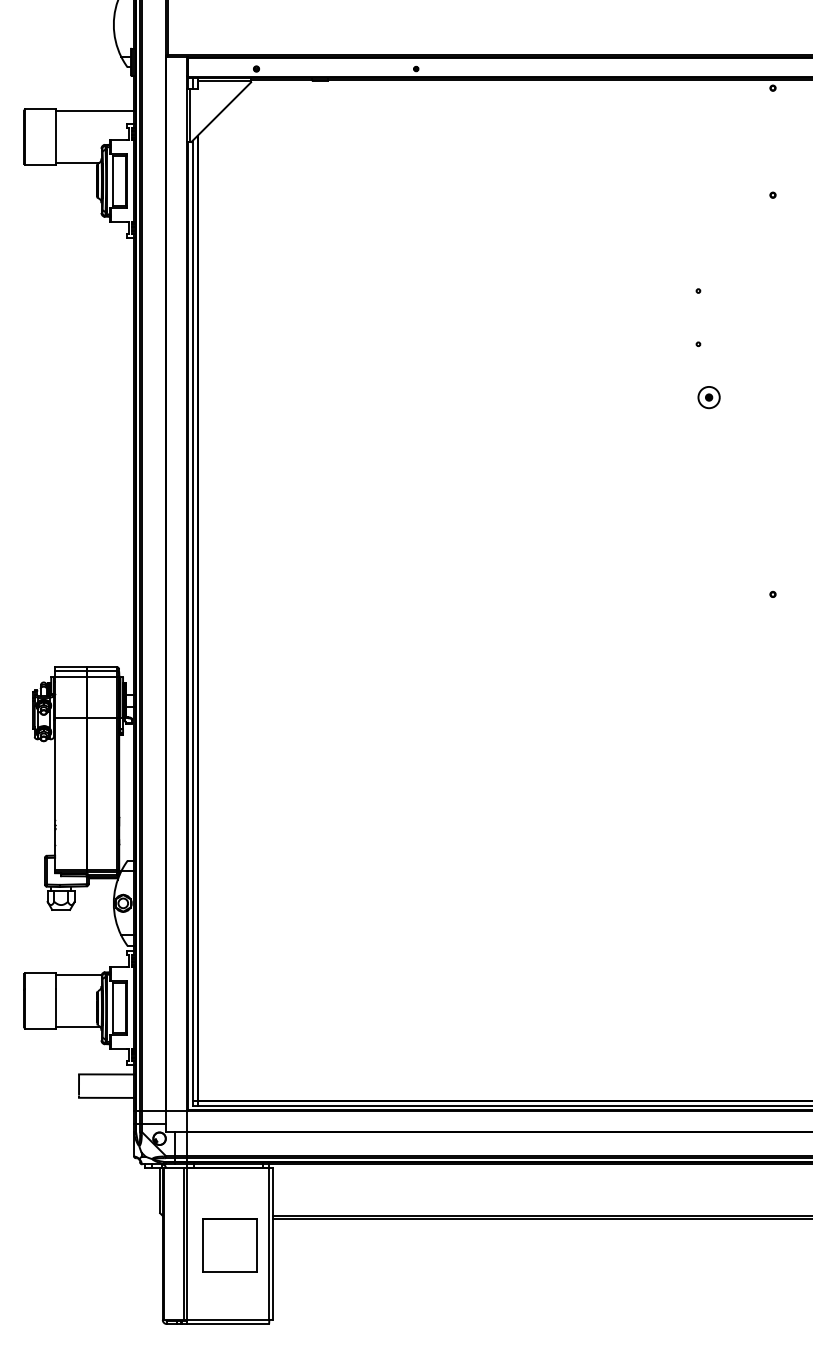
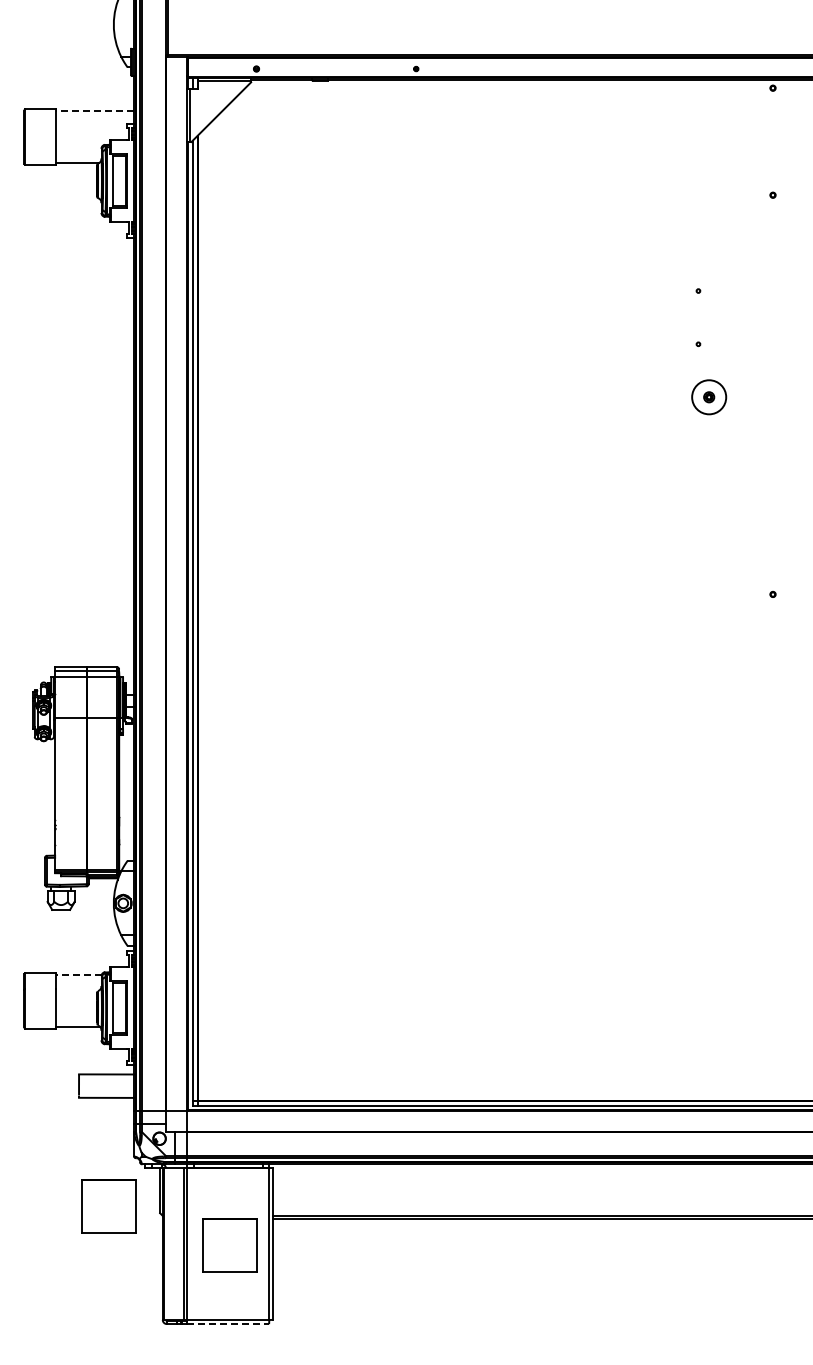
line at (95, 111): solid -> dashed
part at (708, 397) size: 24x24 px -> 37x37 px
line at (79, 974): solid -> dashed
part at (108, 1206): none -> present
line at (228, 1324): solid -> dashed
